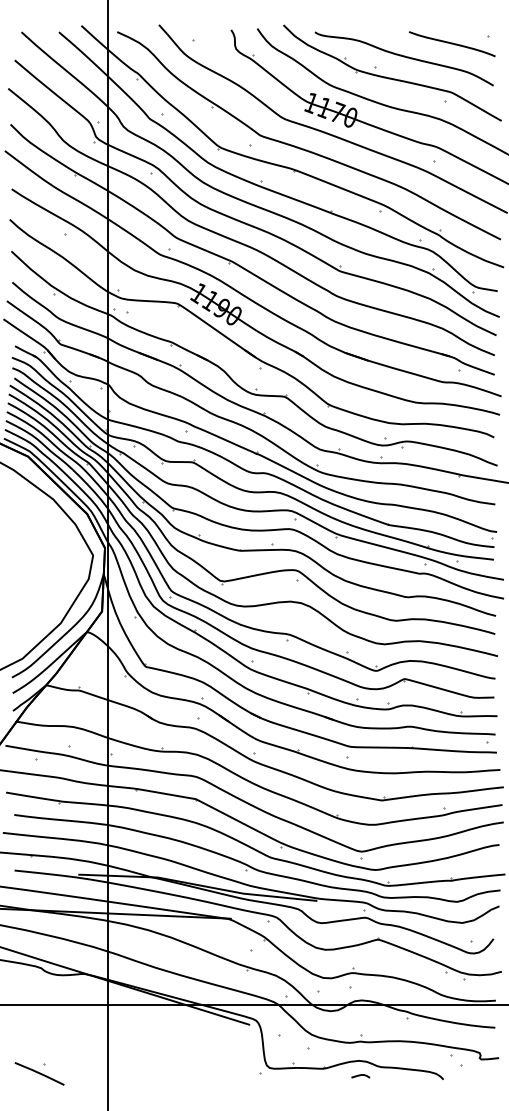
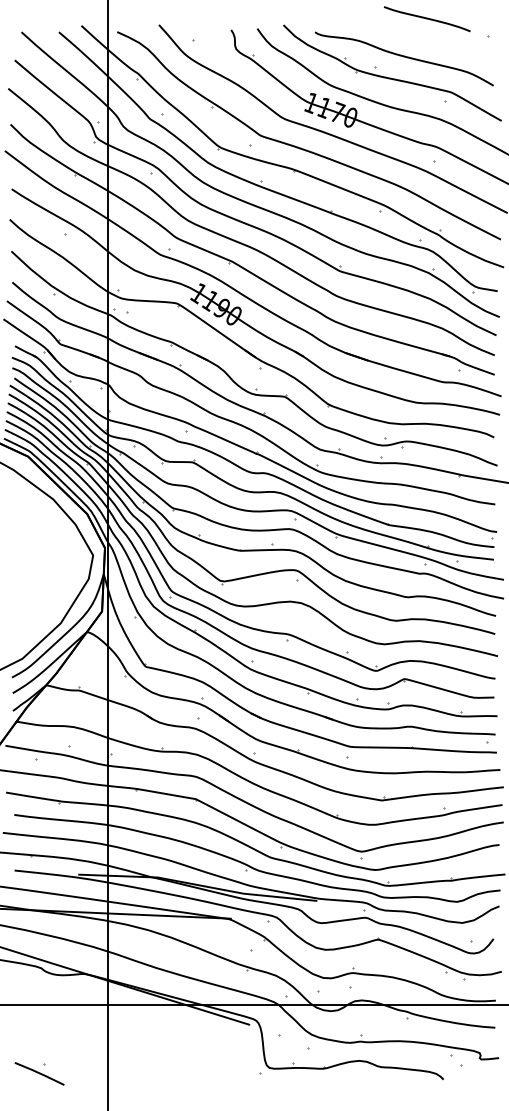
curve at (452, 44) position: (452, 44) -> (427, 19)
curve at (360, 1076): present -> none
